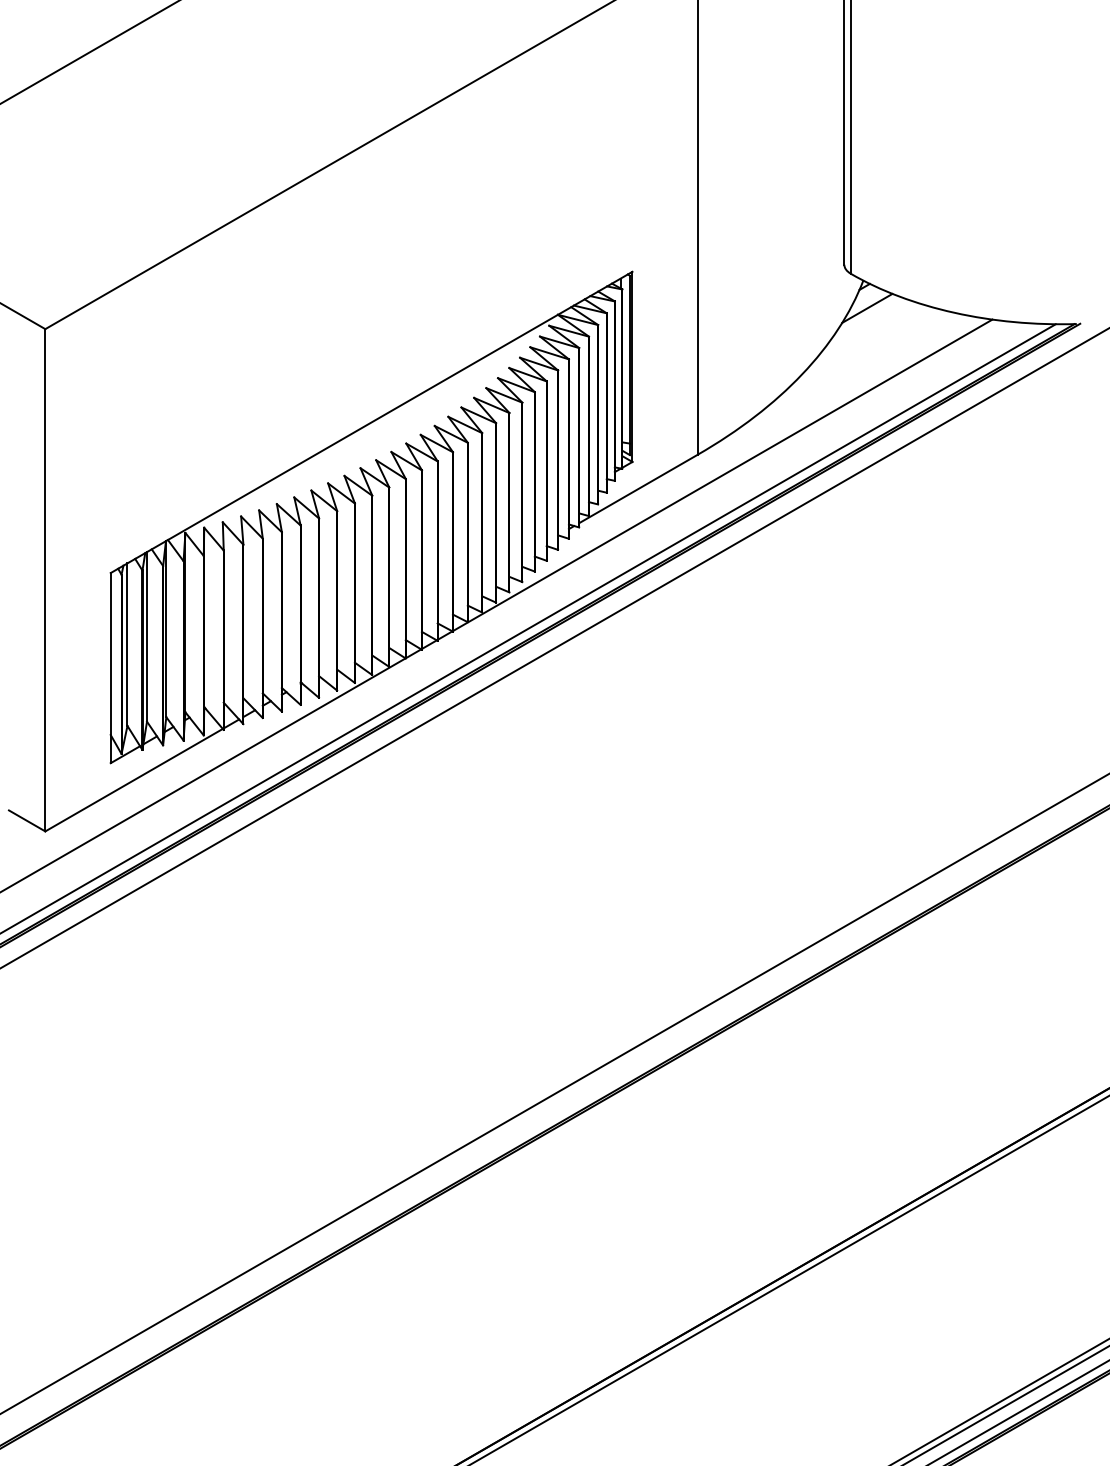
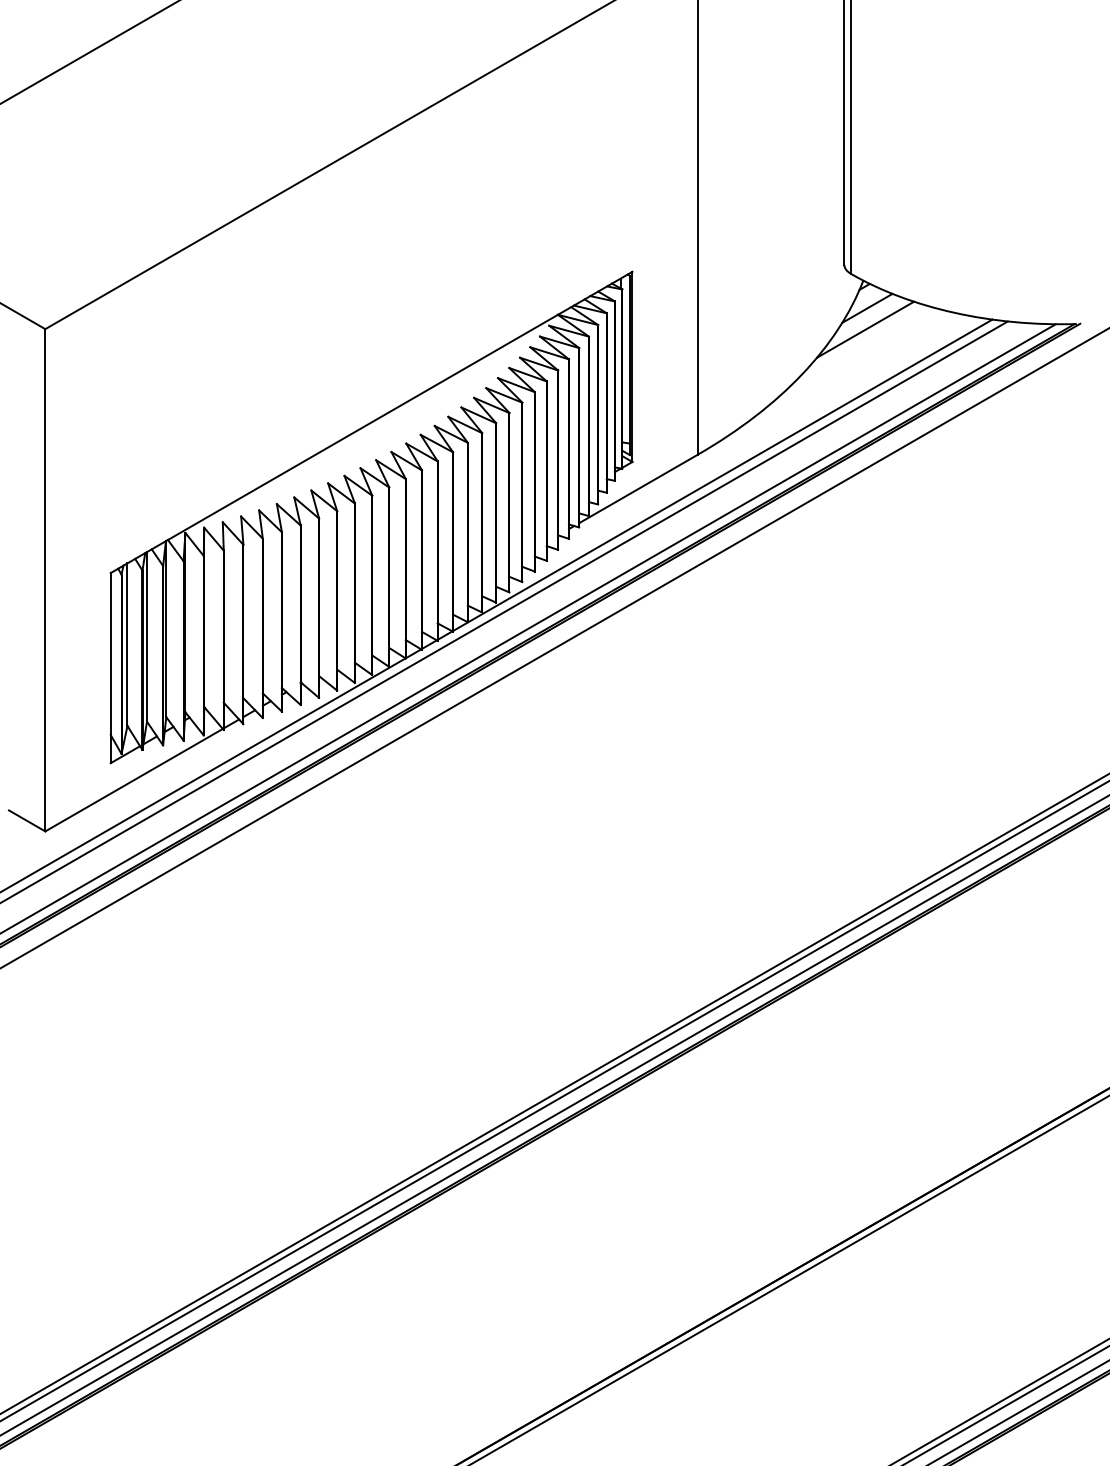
line at (865, 329): none -> present
line at (504, 611): none -> present
line at (554, 1101): none -> present
line at (554, 1115): none -> present
